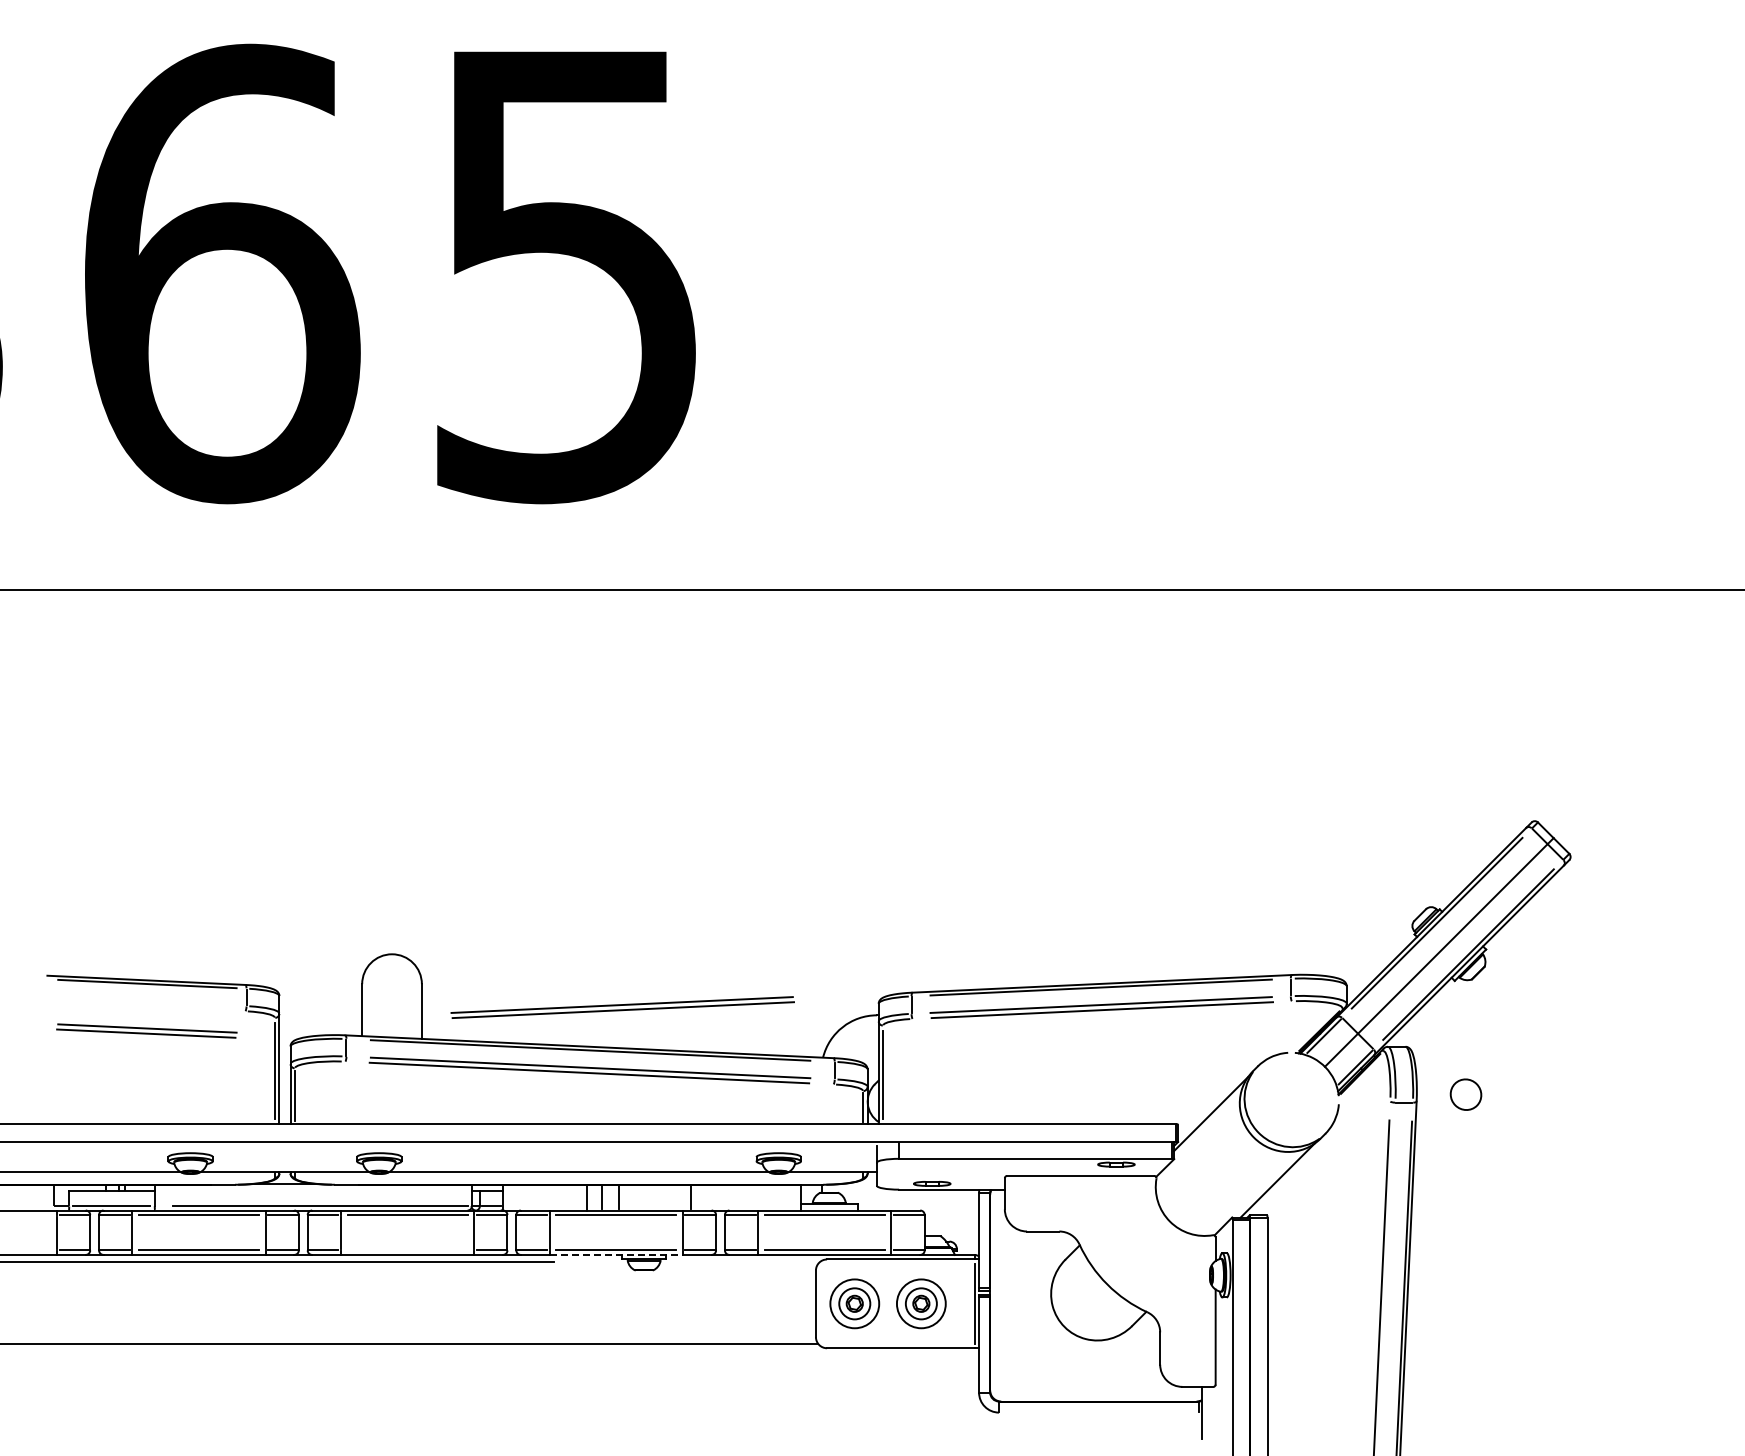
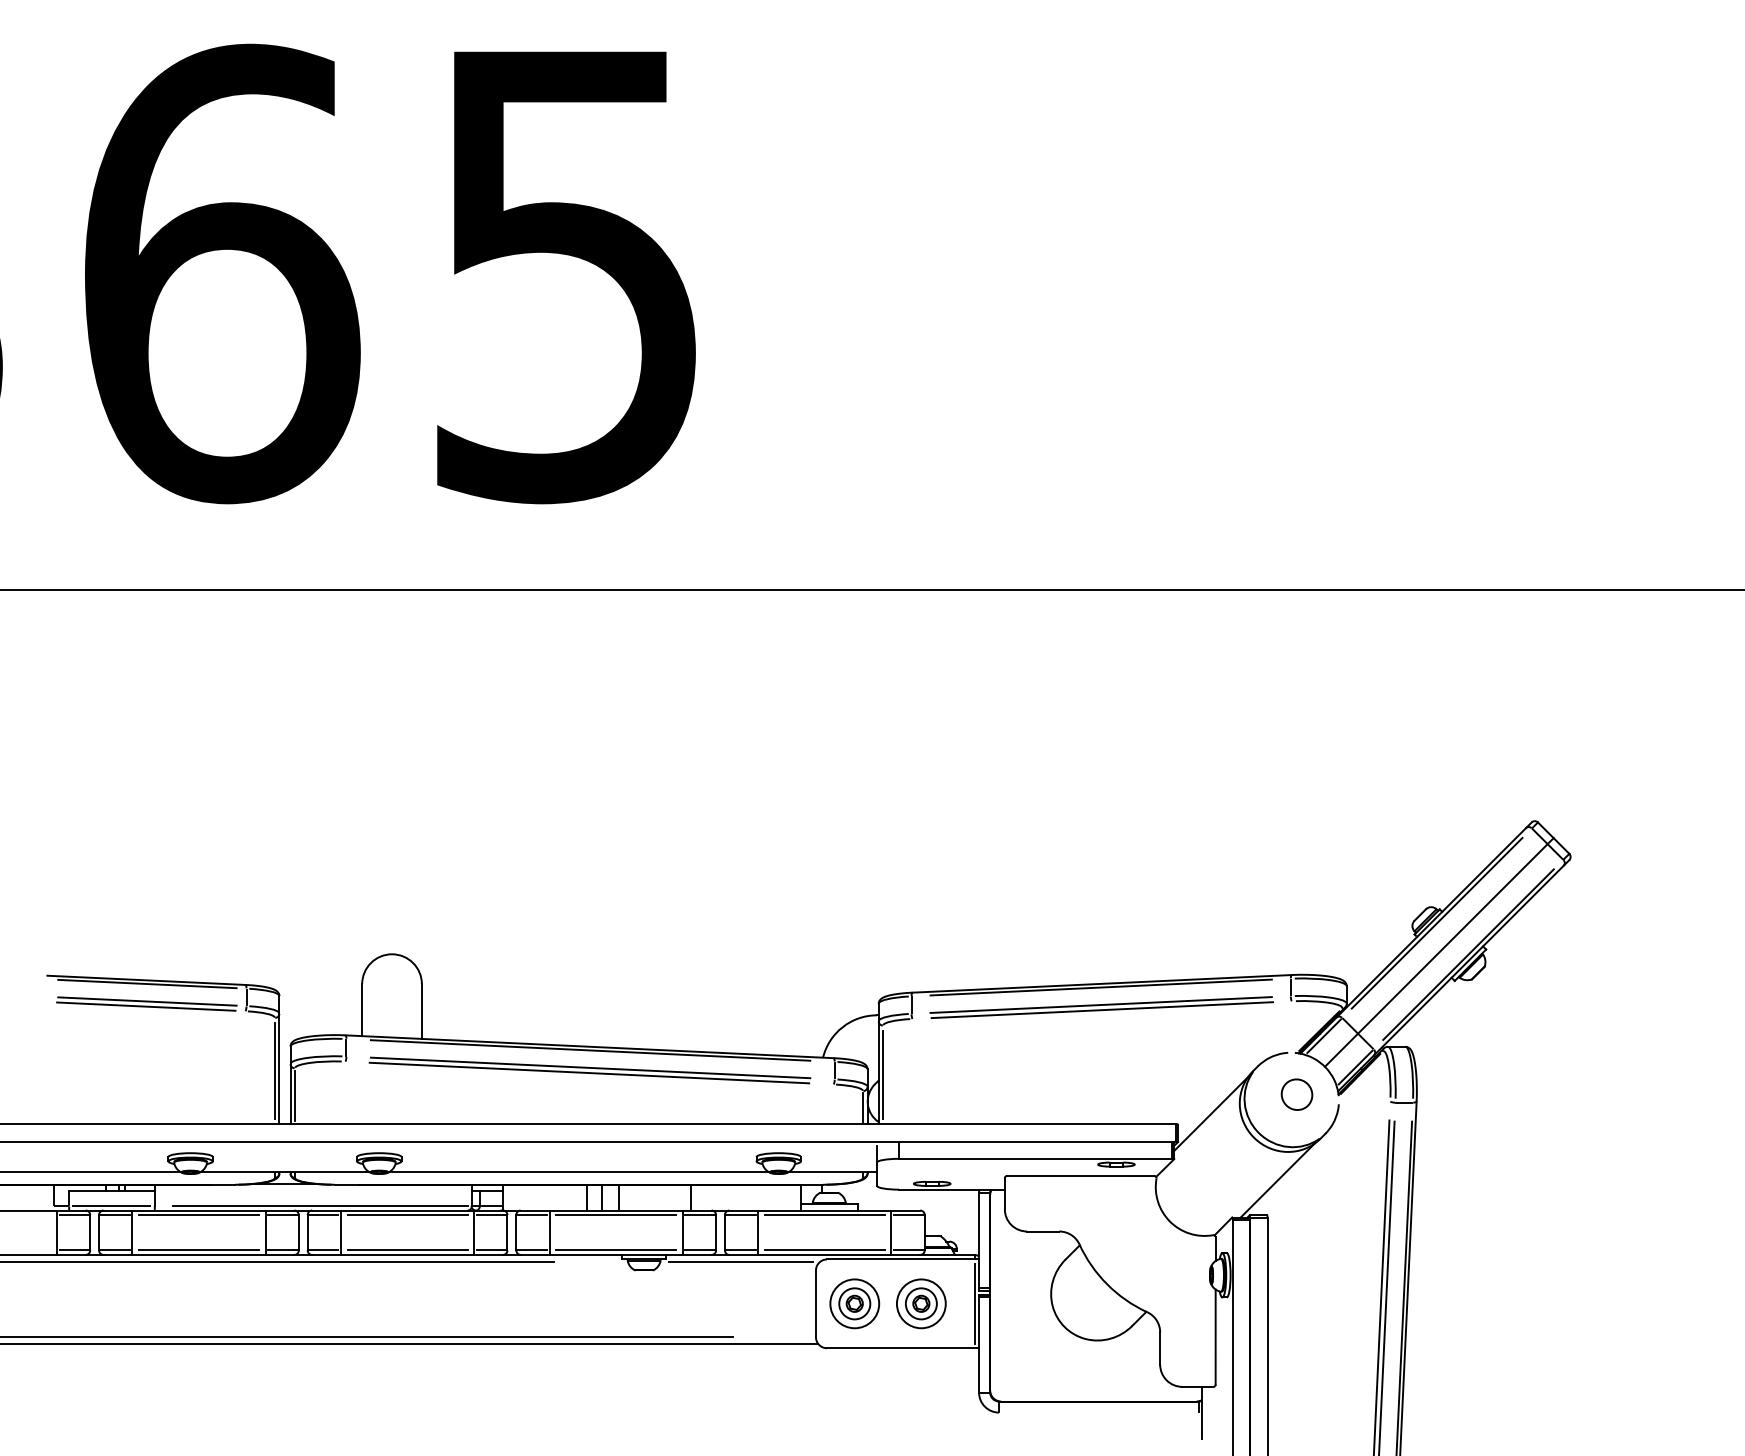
part at (622, 1007): present -> none
part at (146, 1030) position: (146, 1030) -> (146, 1003)
part at (1465, 1094) position: (1465, 1094) -> (1296, 1094)
line at (407, 1250): none -> present
line at (616, 1254): dashed -> solid
line at (740, 1261): none -> present
line at (1386, 1286): none -> present
line at (367, 1337): none -> present
